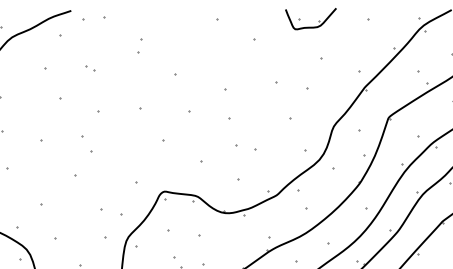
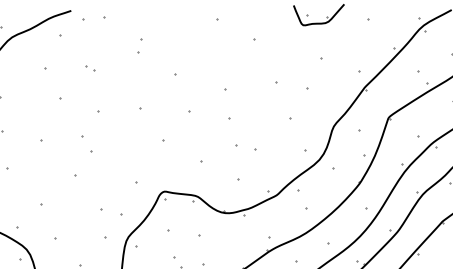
part at (310, 26) position: (310, 26) -> (318, 22)
